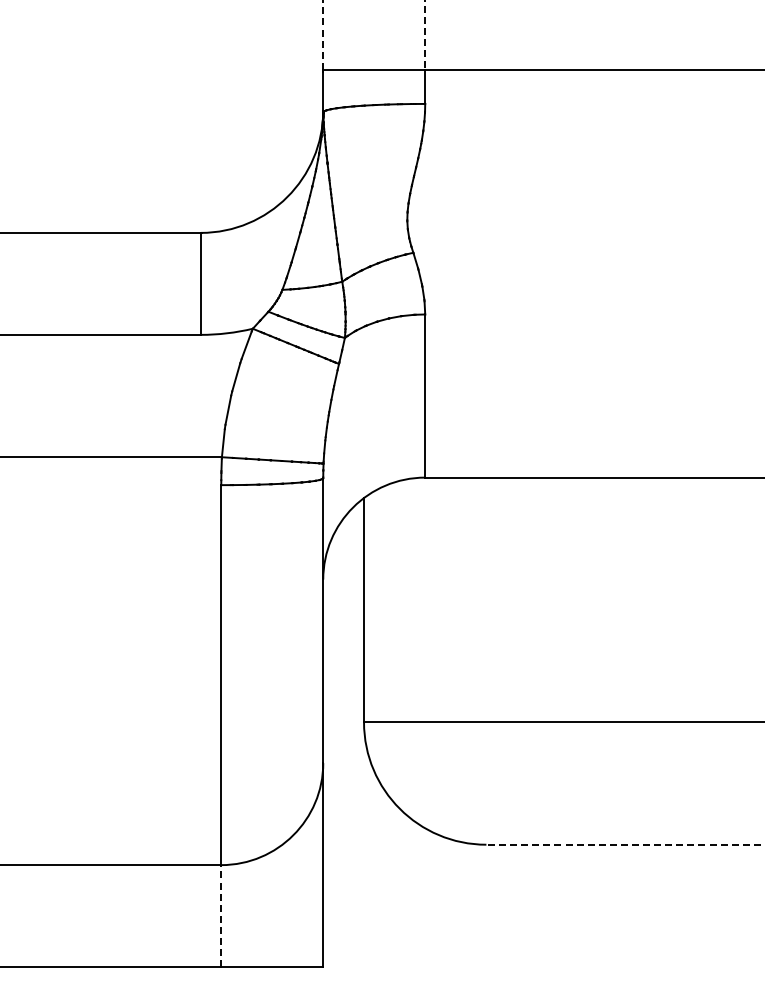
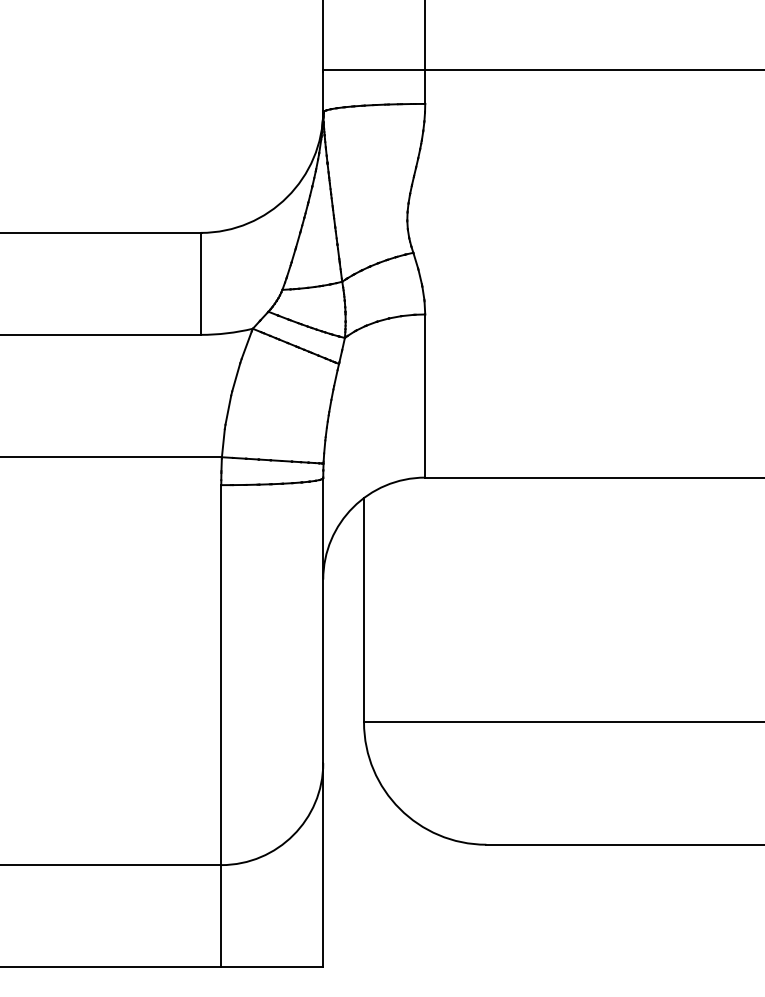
line at (323, 34): dashed -> solid
line at (425, 35): dashed -> solid
line at (625, 844): dashed -> solid
line at (221, 916): dashed -> solid
